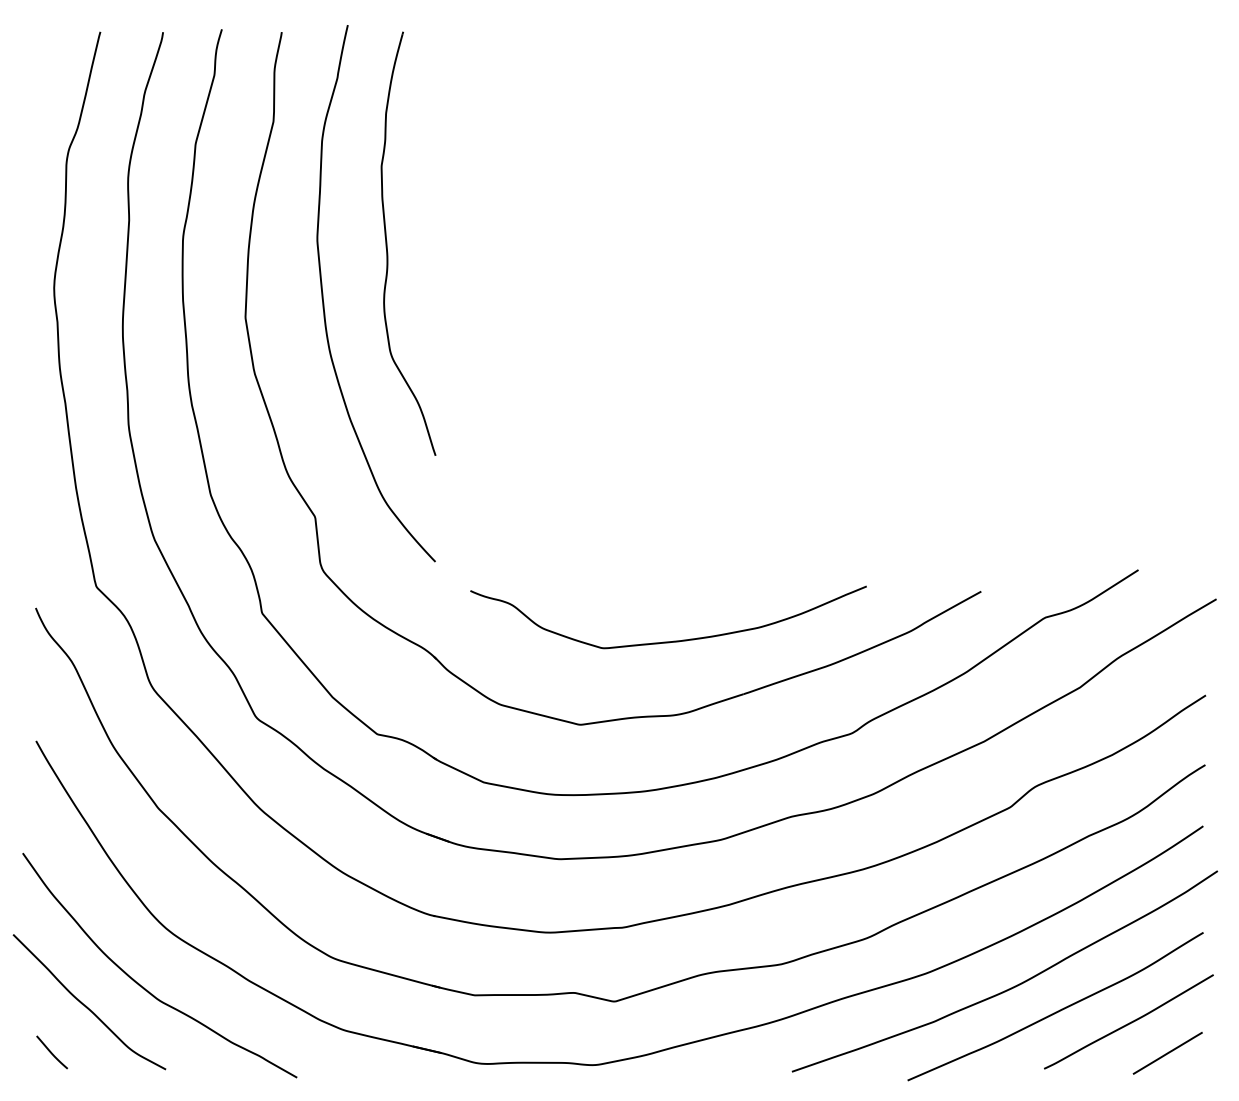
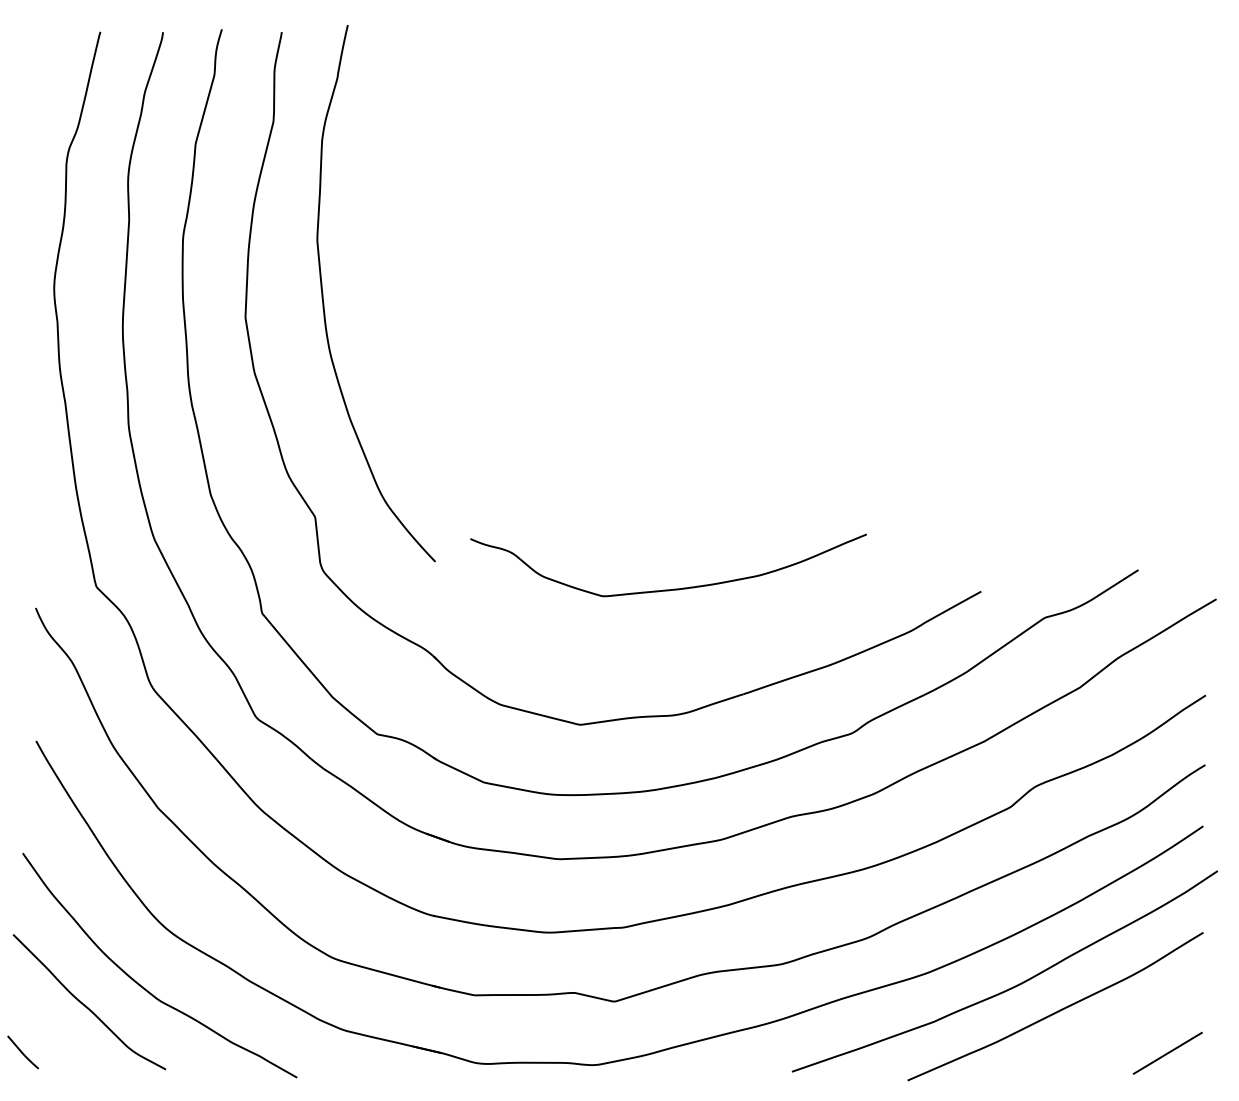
part at (387, 243): present -> none
curve at (673, 640) position: (673, 640) -> (673, 588)
curve at (1129, 1022): present -> none
line at (51, 1052) position: (51, 1052) -> (22, 1052)
